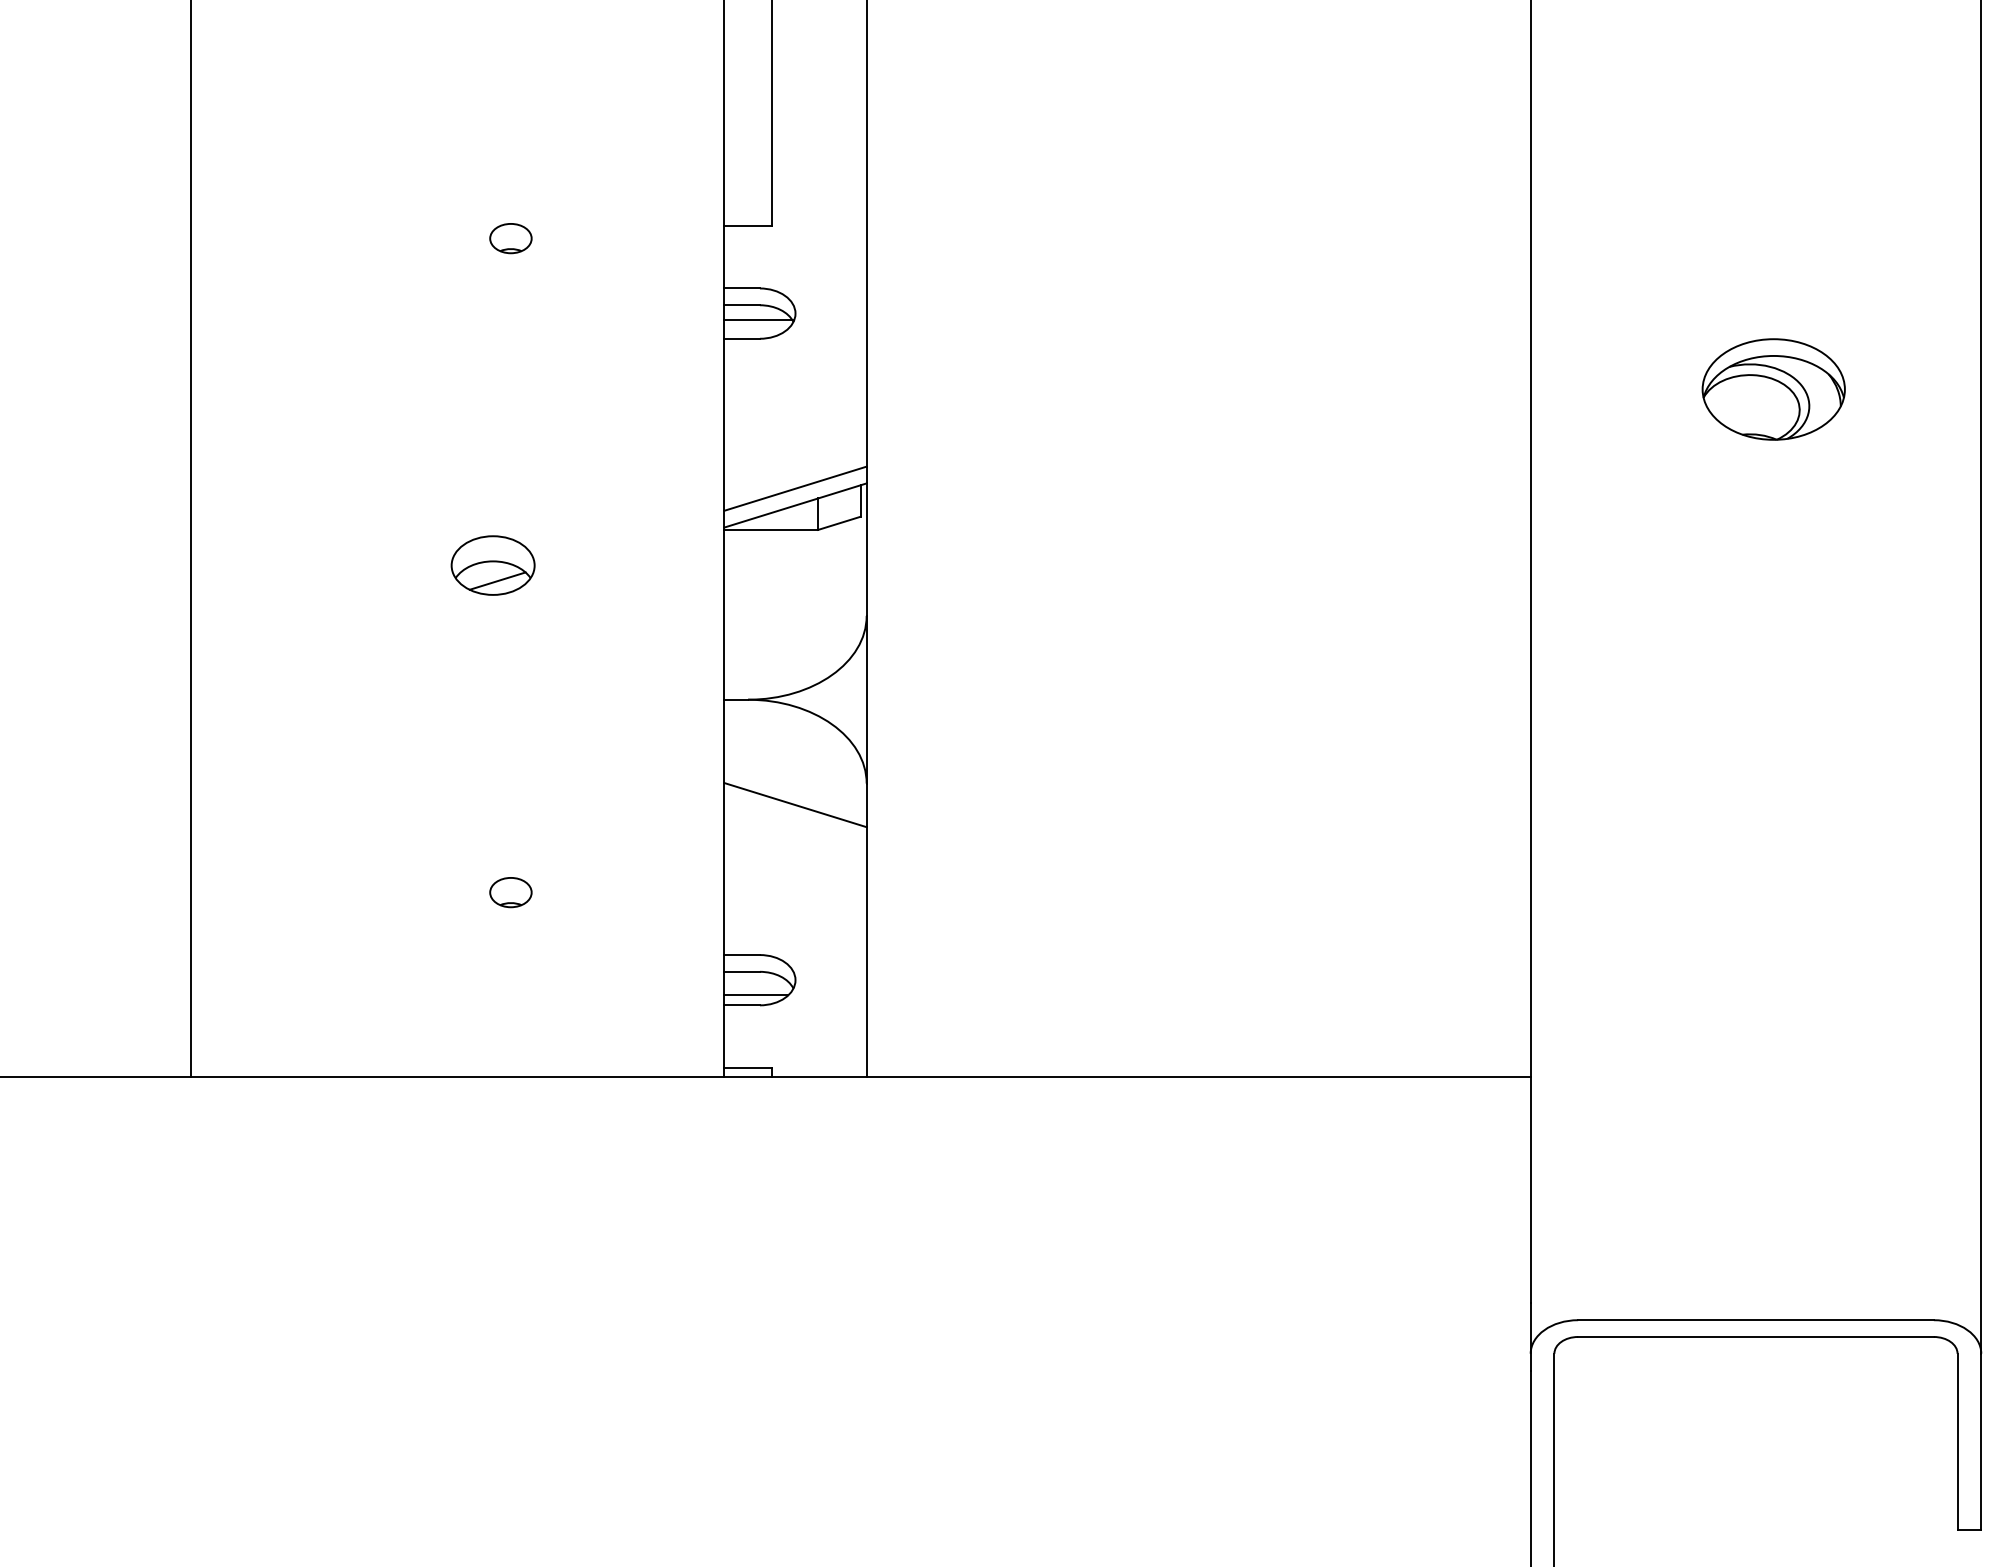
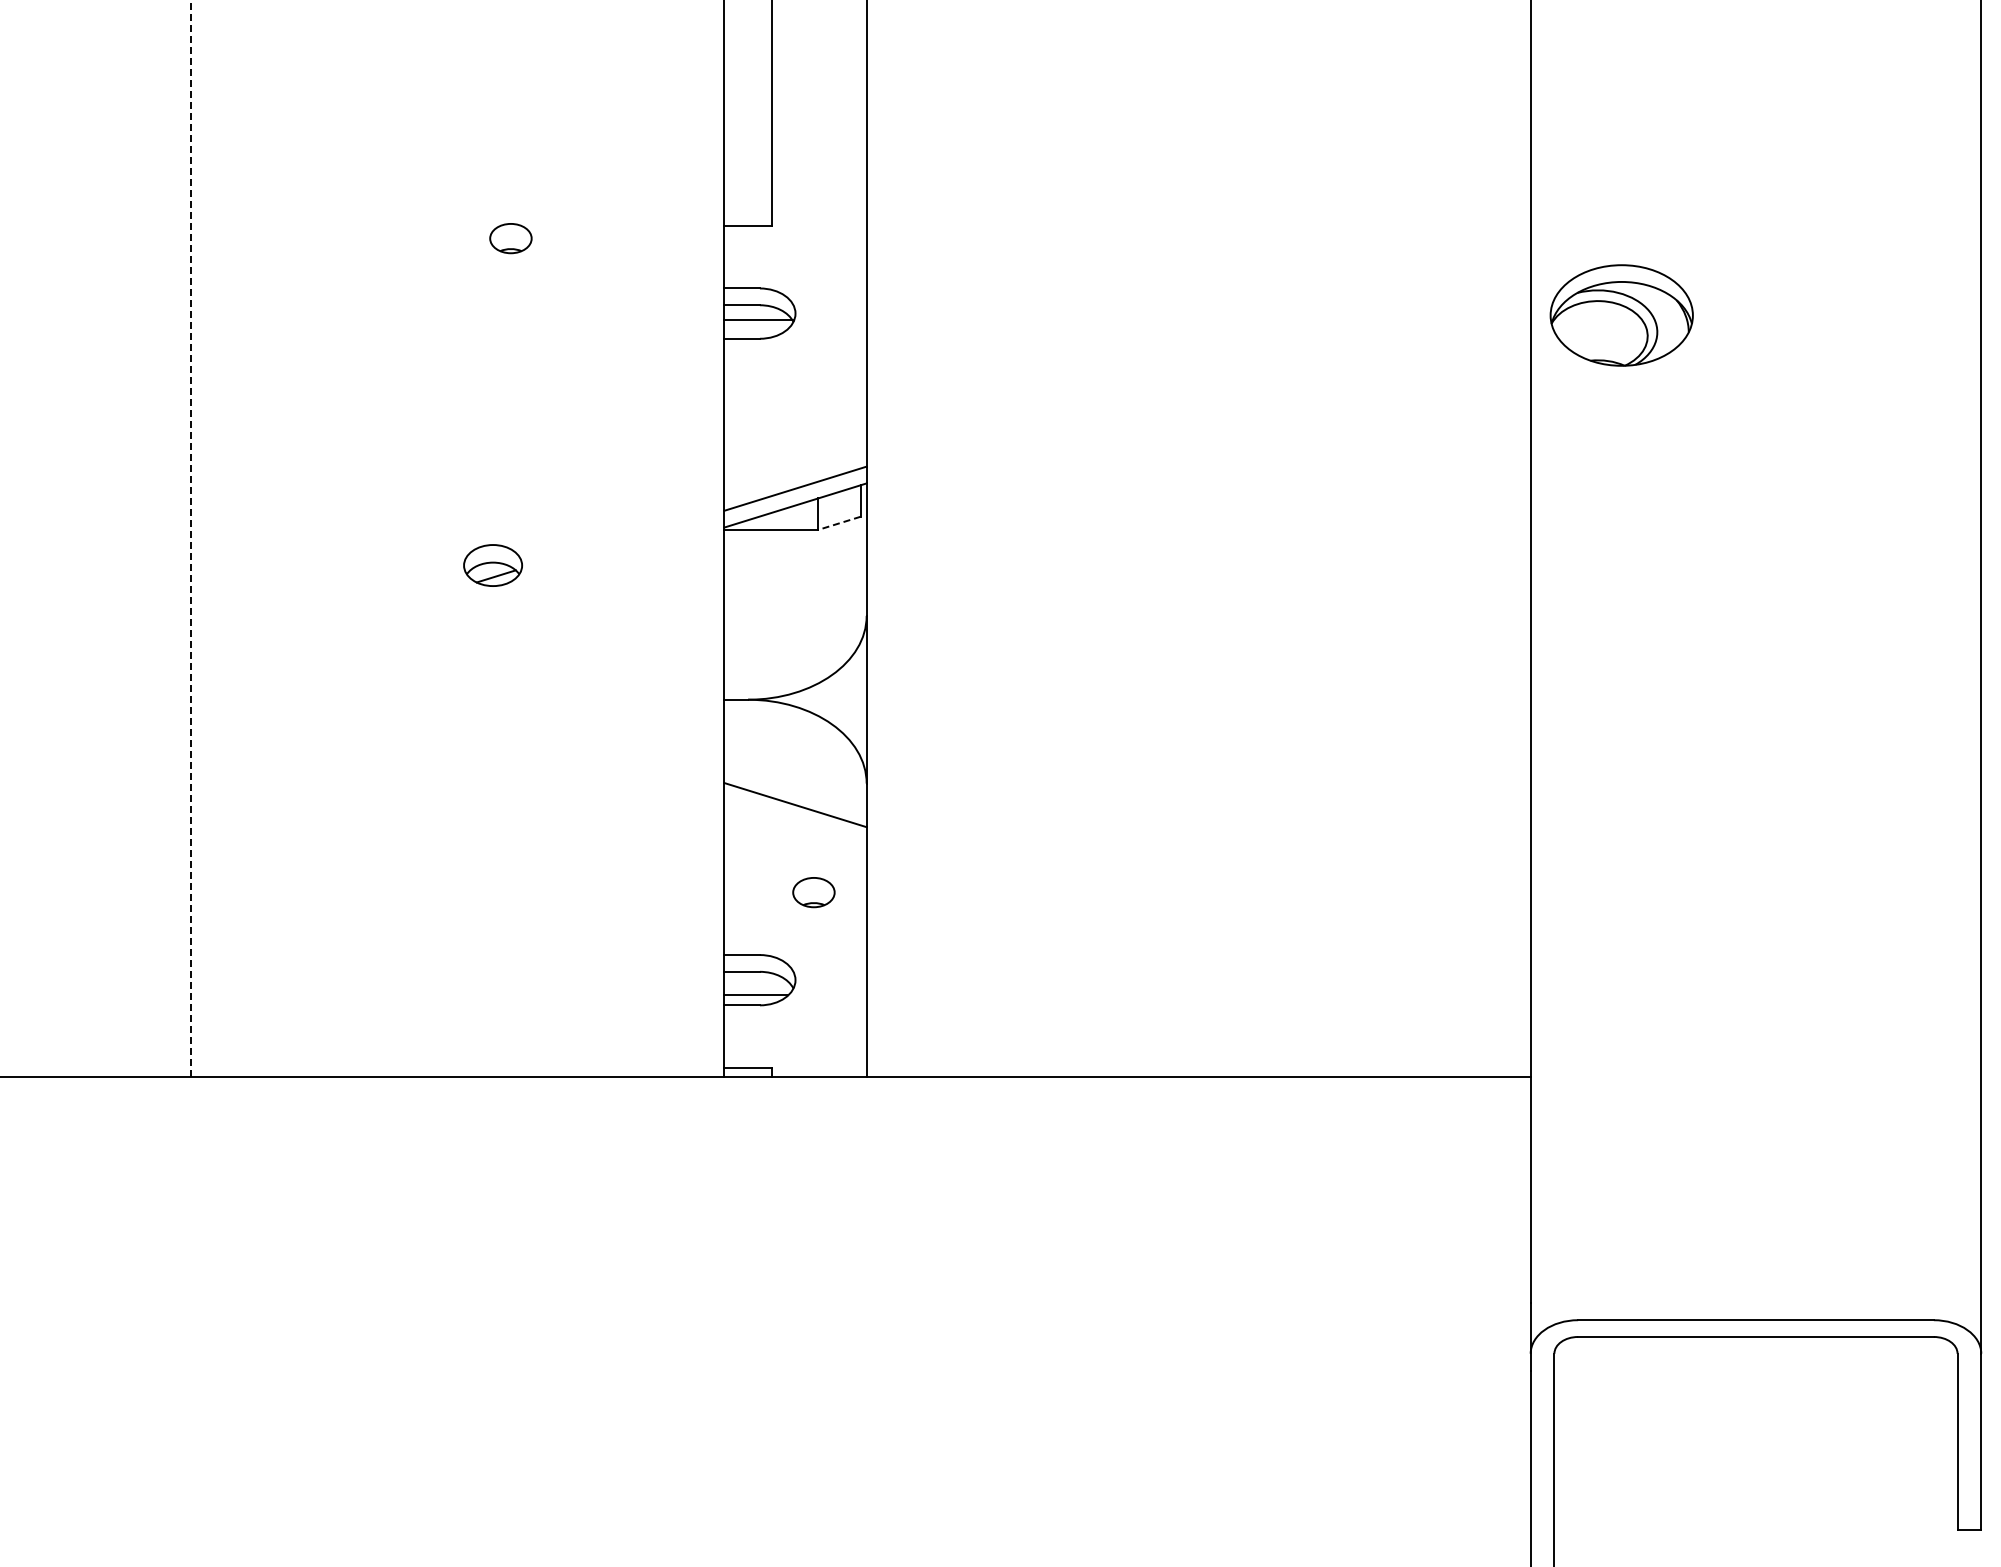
part at (1773, 389) position: (1773, 389) -> (1621, 315)
line at (838, 523): solid -> dashed
line at (190, 538): solid -> dashed
part at (492, 565) size: 86x61 px -> 60x43 px
part at (510, 892) position: (510, 892) -> (813, 892)
